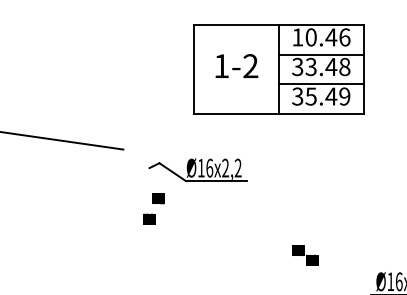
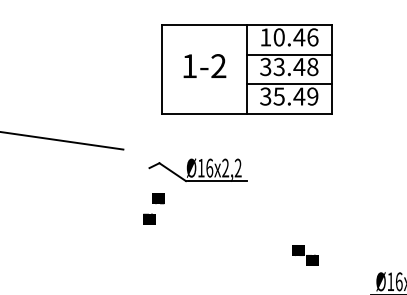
part at (278, 69) position: (278, 69) -> (246, 69)
